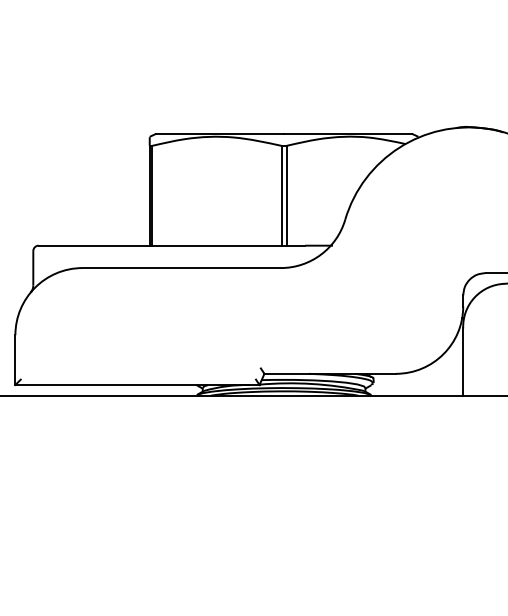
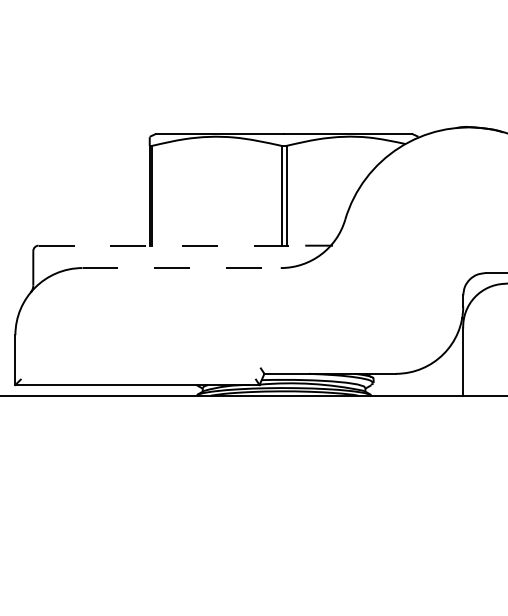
line at (172, 245): solid -> dashed
line at (182, 268): solid -> dashed
